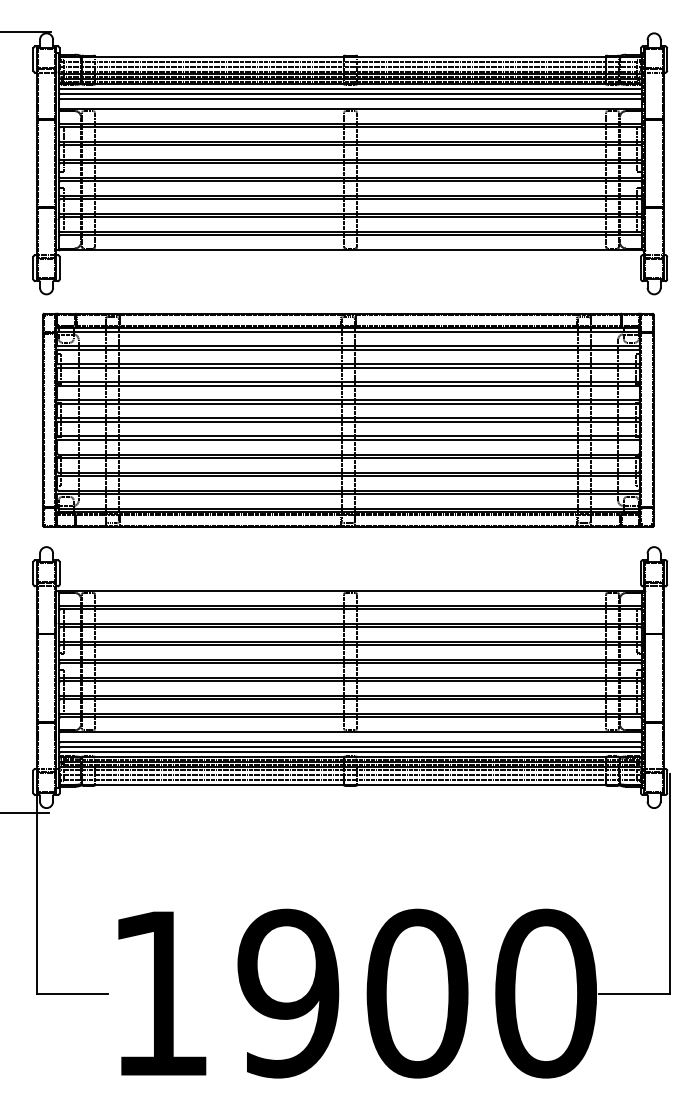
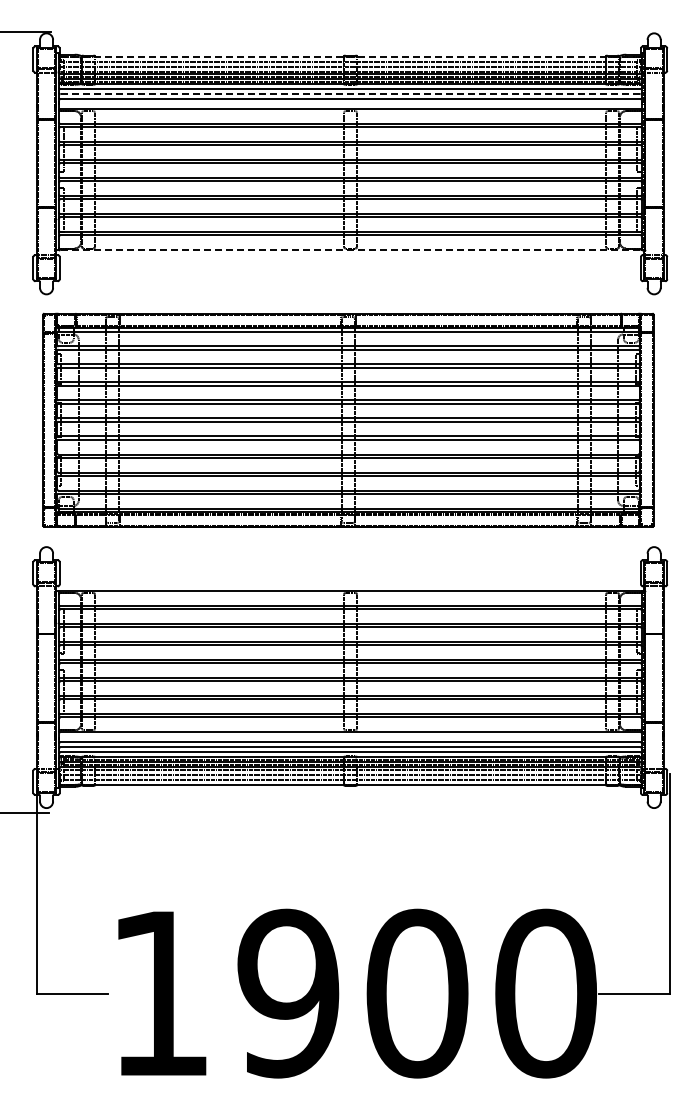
line at (350, 56): solid -> dashed
line at (350, 94): solid -> dashed
line at (350, 250): solid -> dashed
